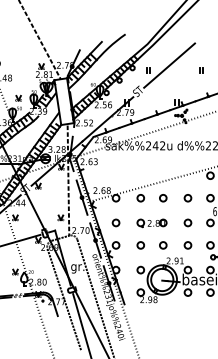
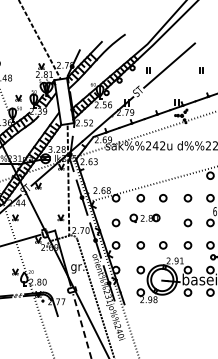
part at (151, 223) position: (151, 223) -> (144, 218)
line at (64, 299): present -> none
line at (82, 326): solid -> dashed
